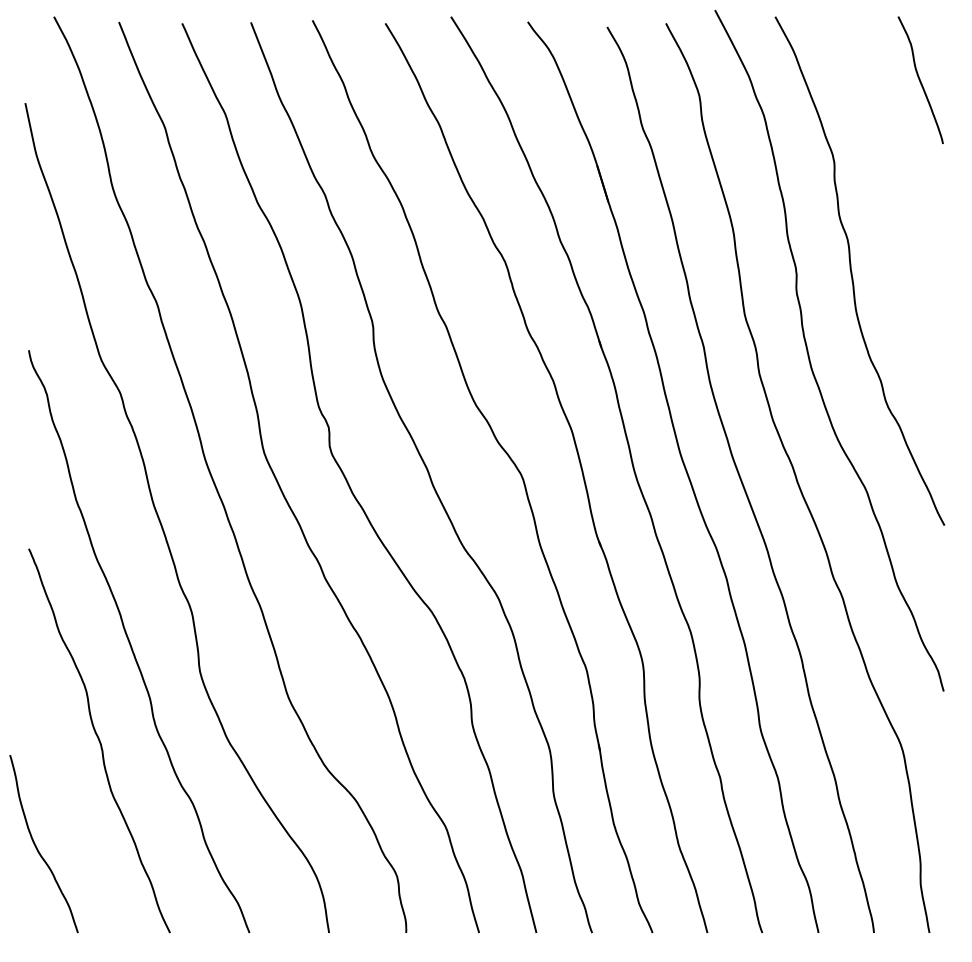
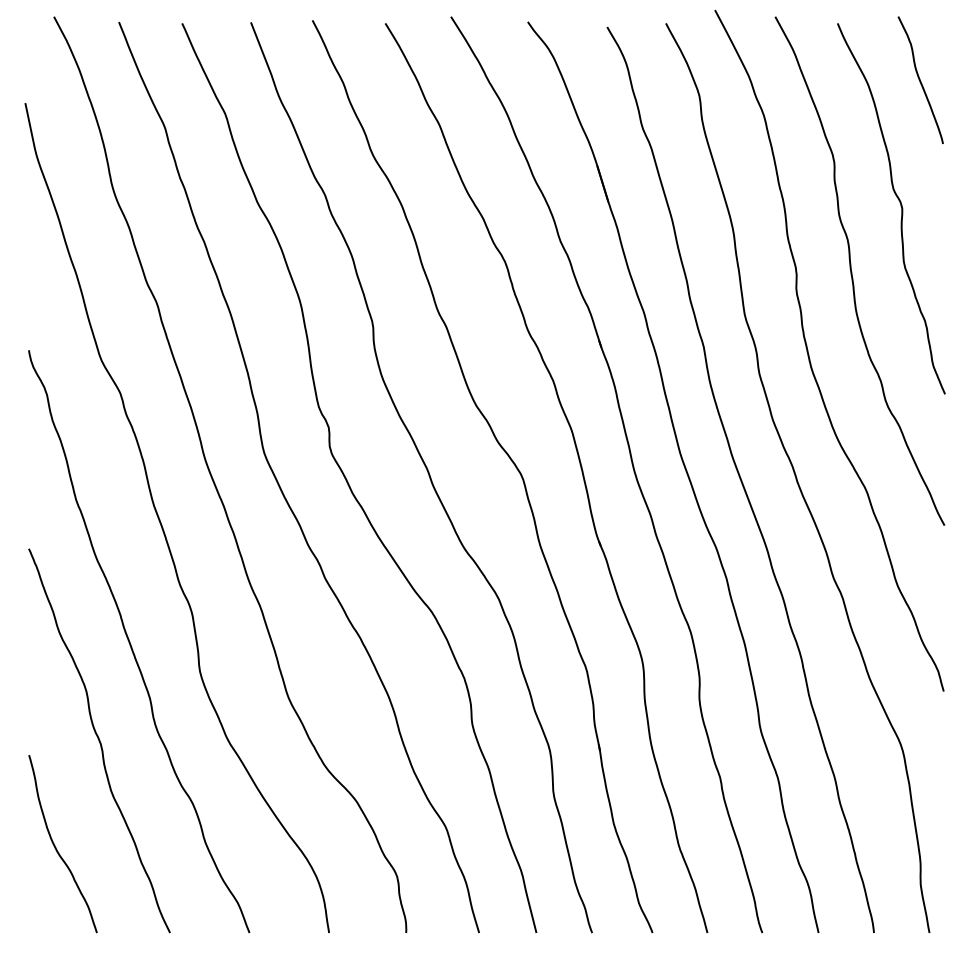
curve at (900, 206): none -> present
curve at (37, 847) position: (37, 847) -> (56, 847)
